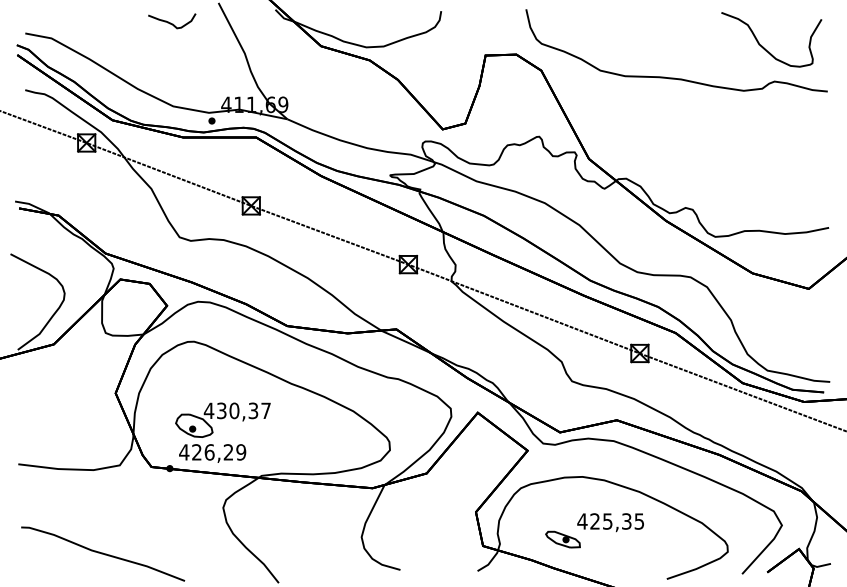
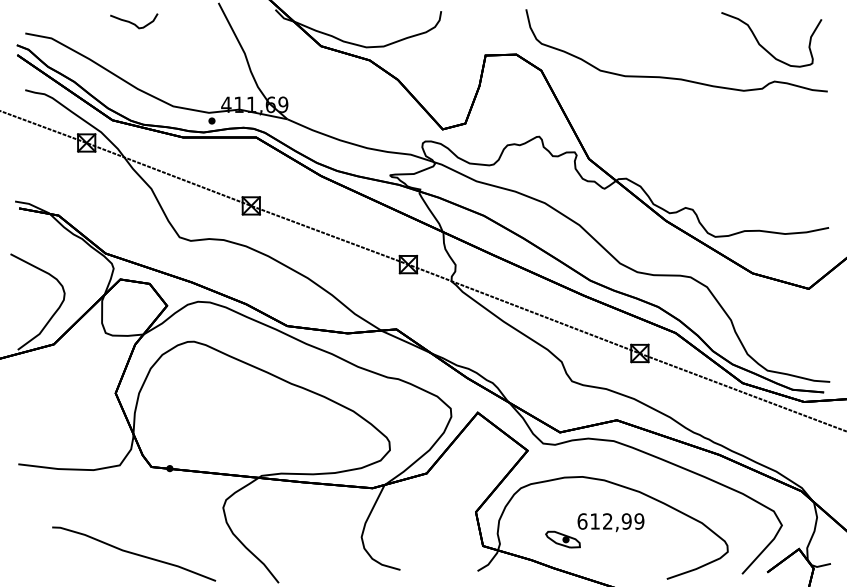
curve at (172, 23) position: (172, 23) -> (134, 23)
part at (213, 432): present -> none
text at (610, 521): 425,35 -> 612,99
curve at (103, 553) position: (103, 553) -> (134, 553)
